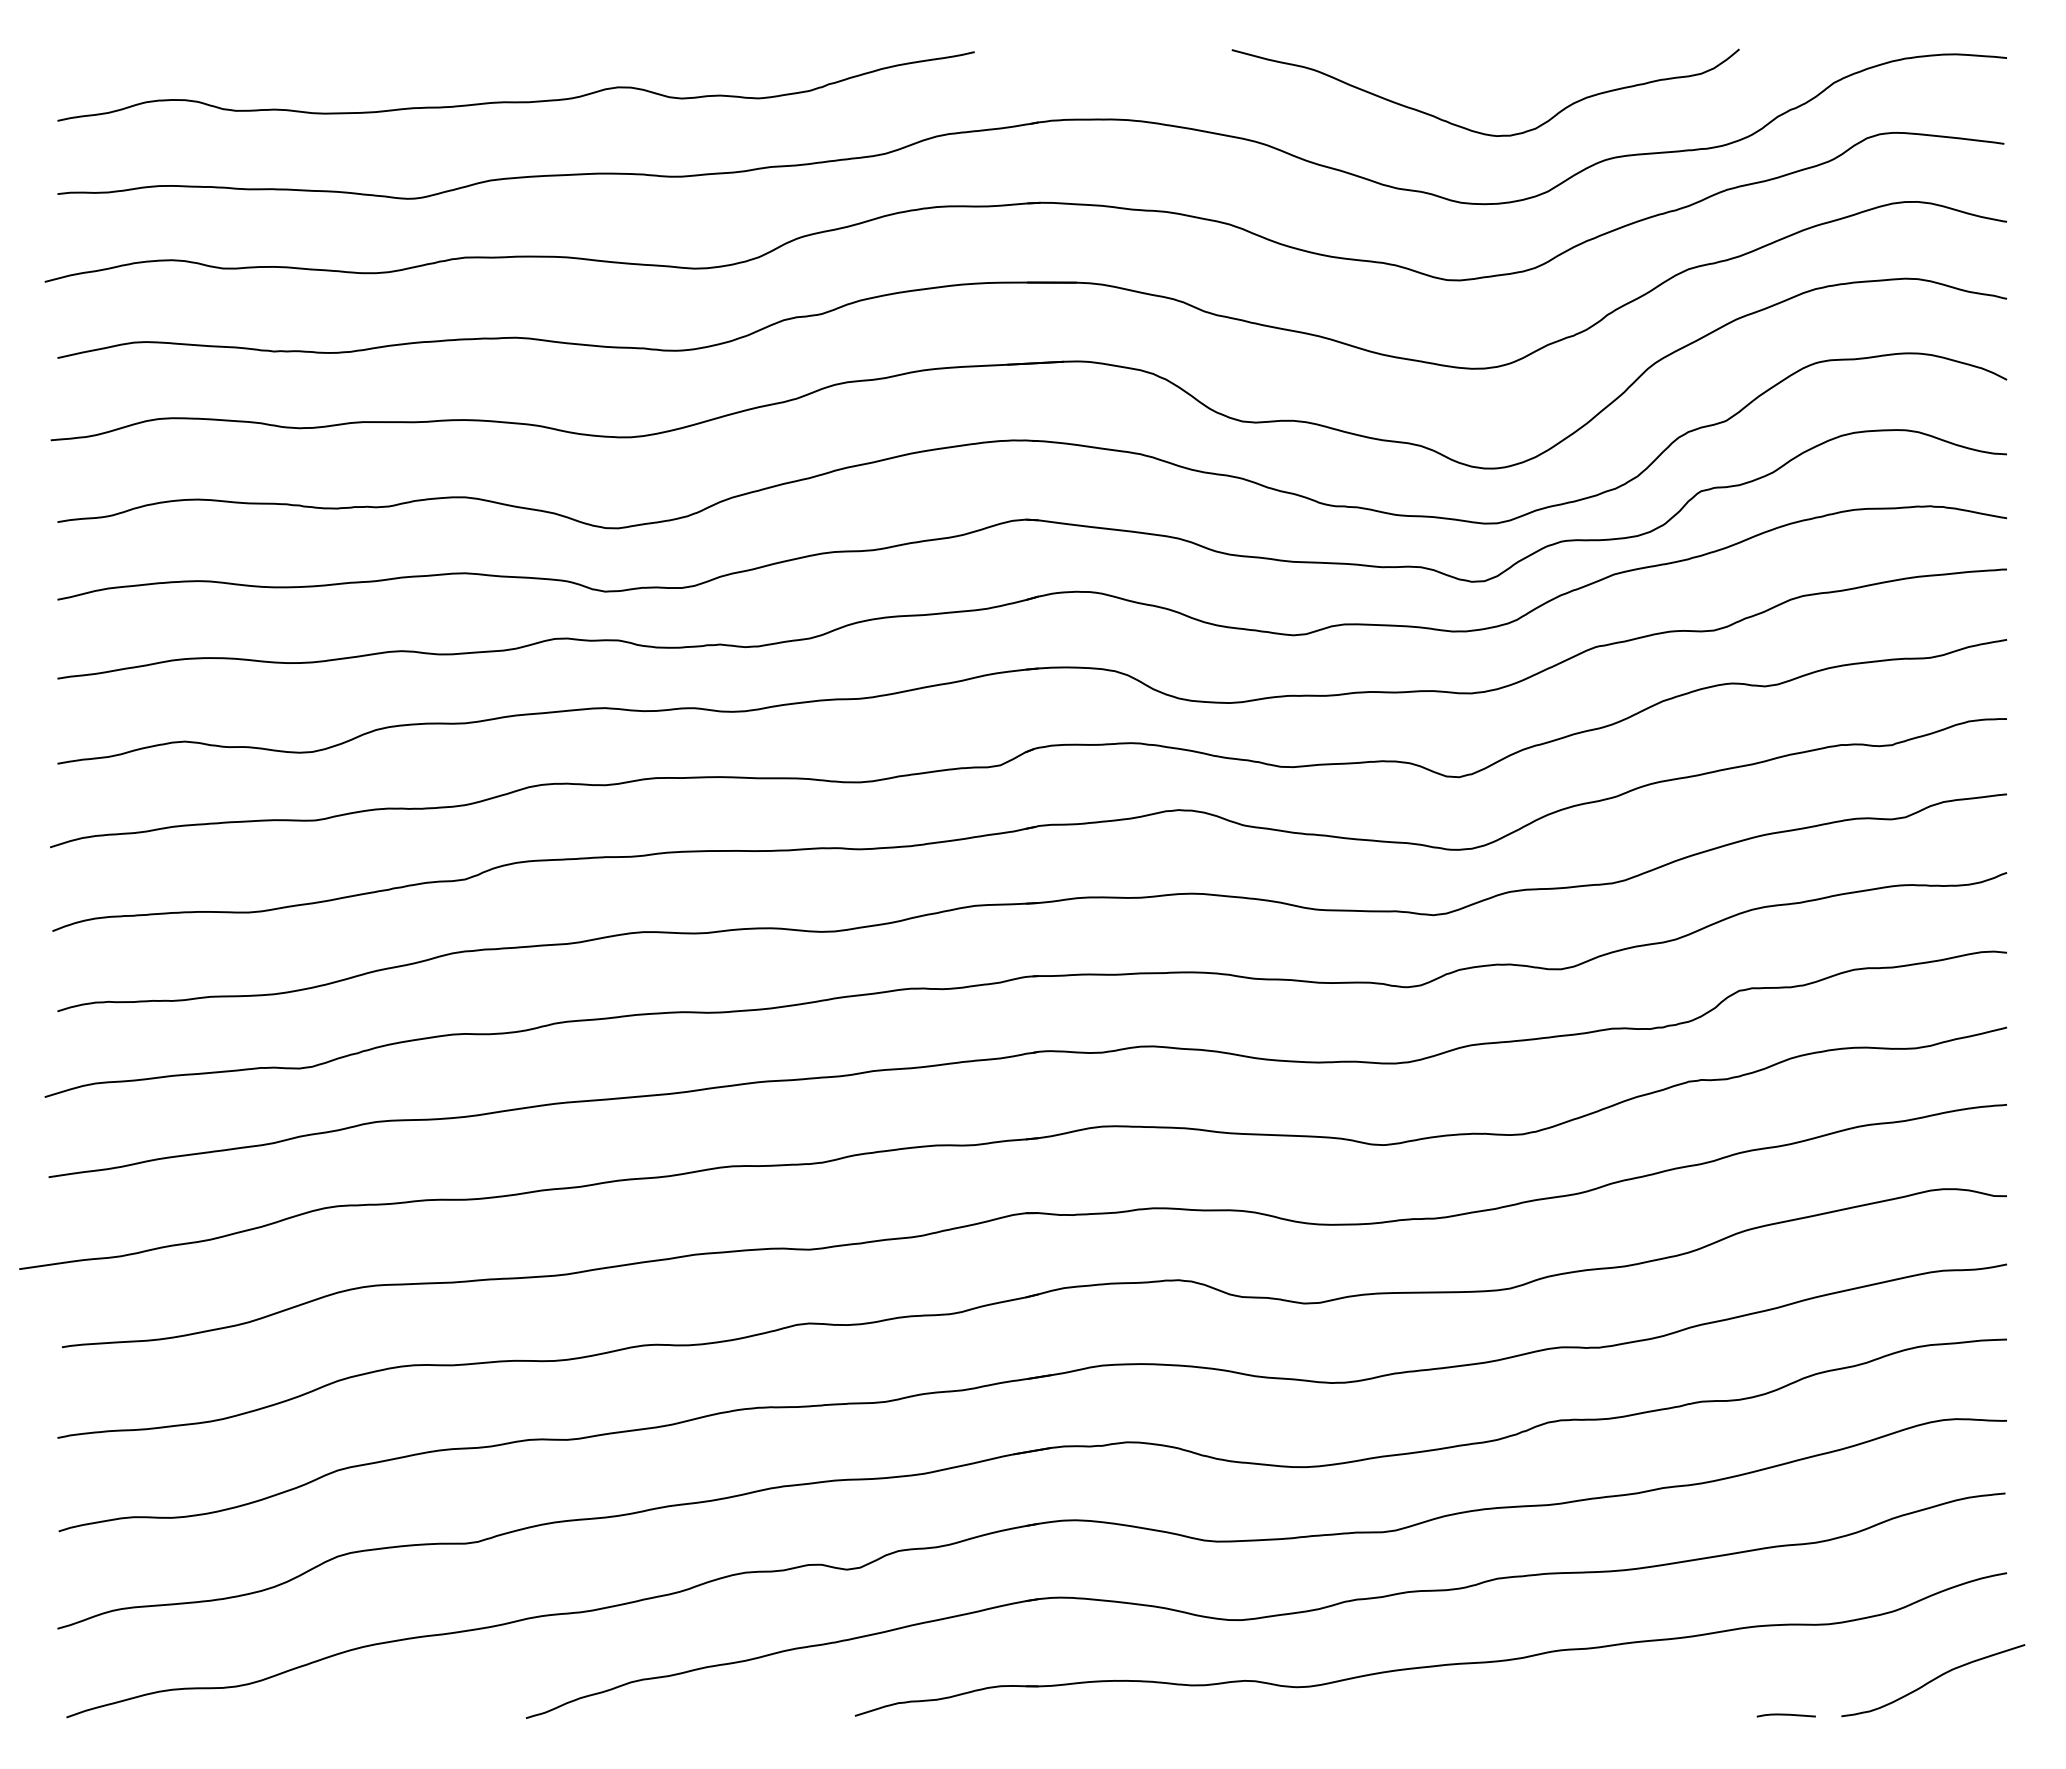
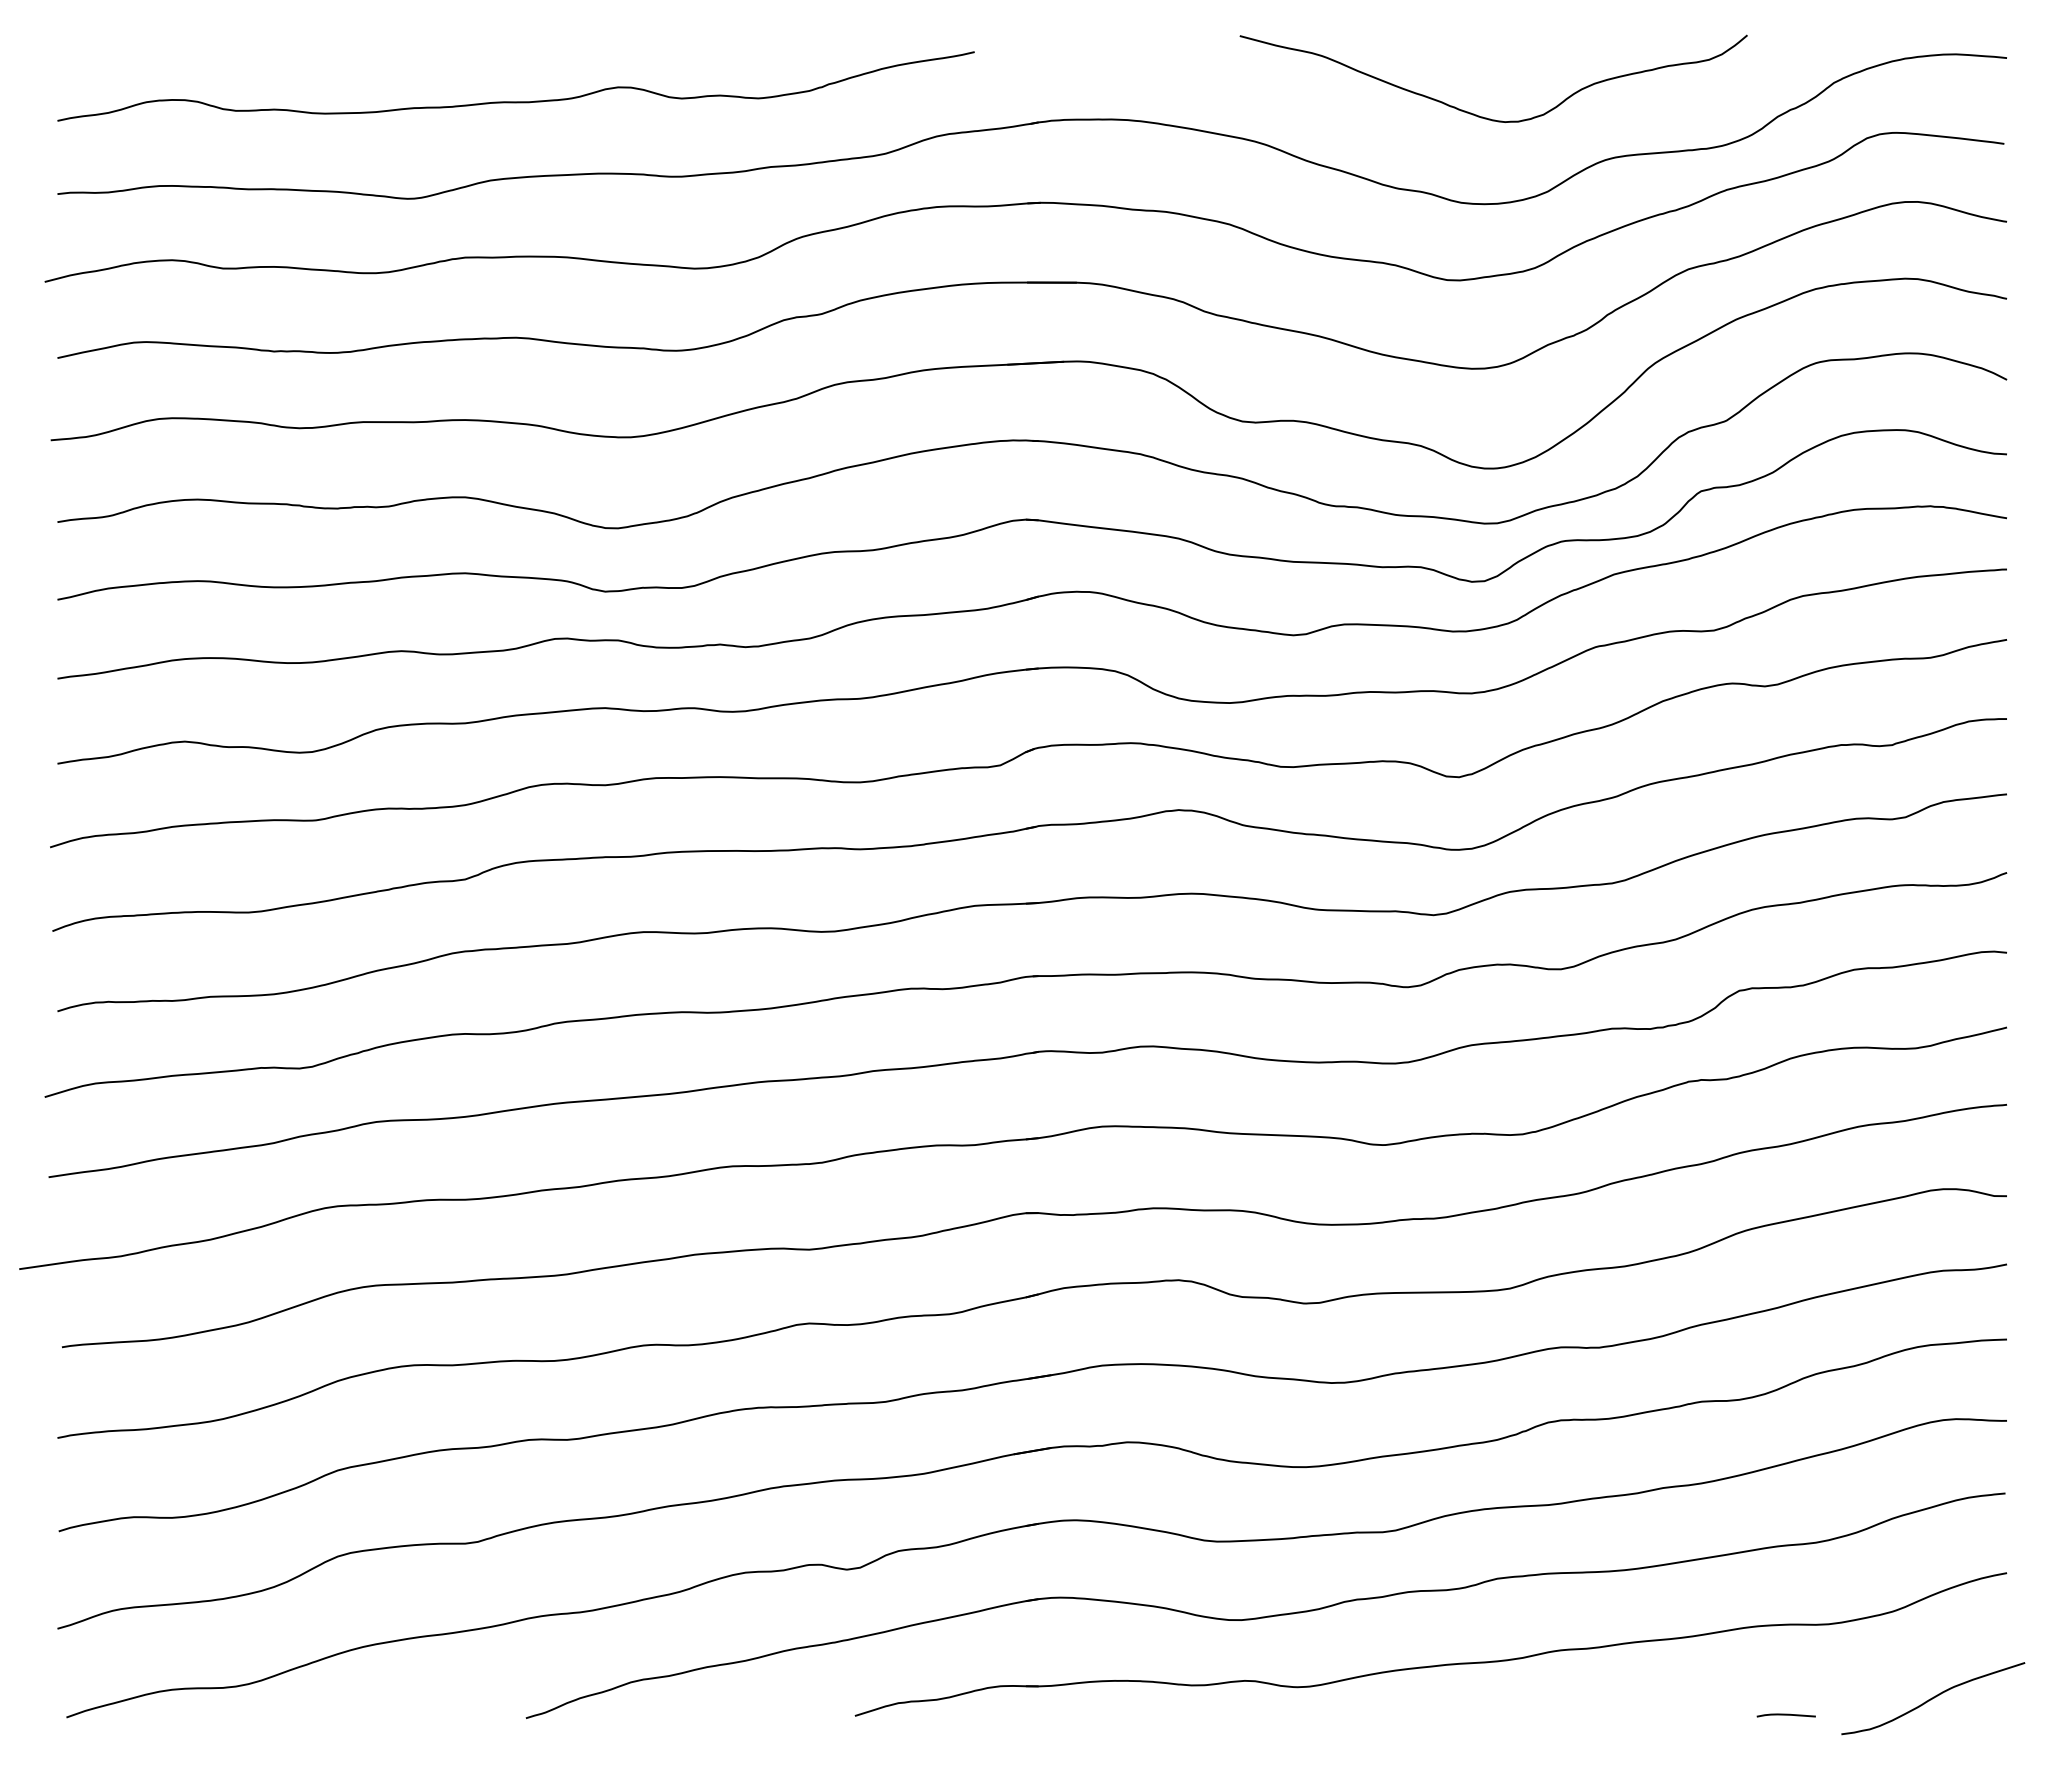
curve at (1471, 129) position: (1471, 129) -> (1479, 115)
curve at (1933, 1680) position: (1933, 1680) -> (1933, 1698)
